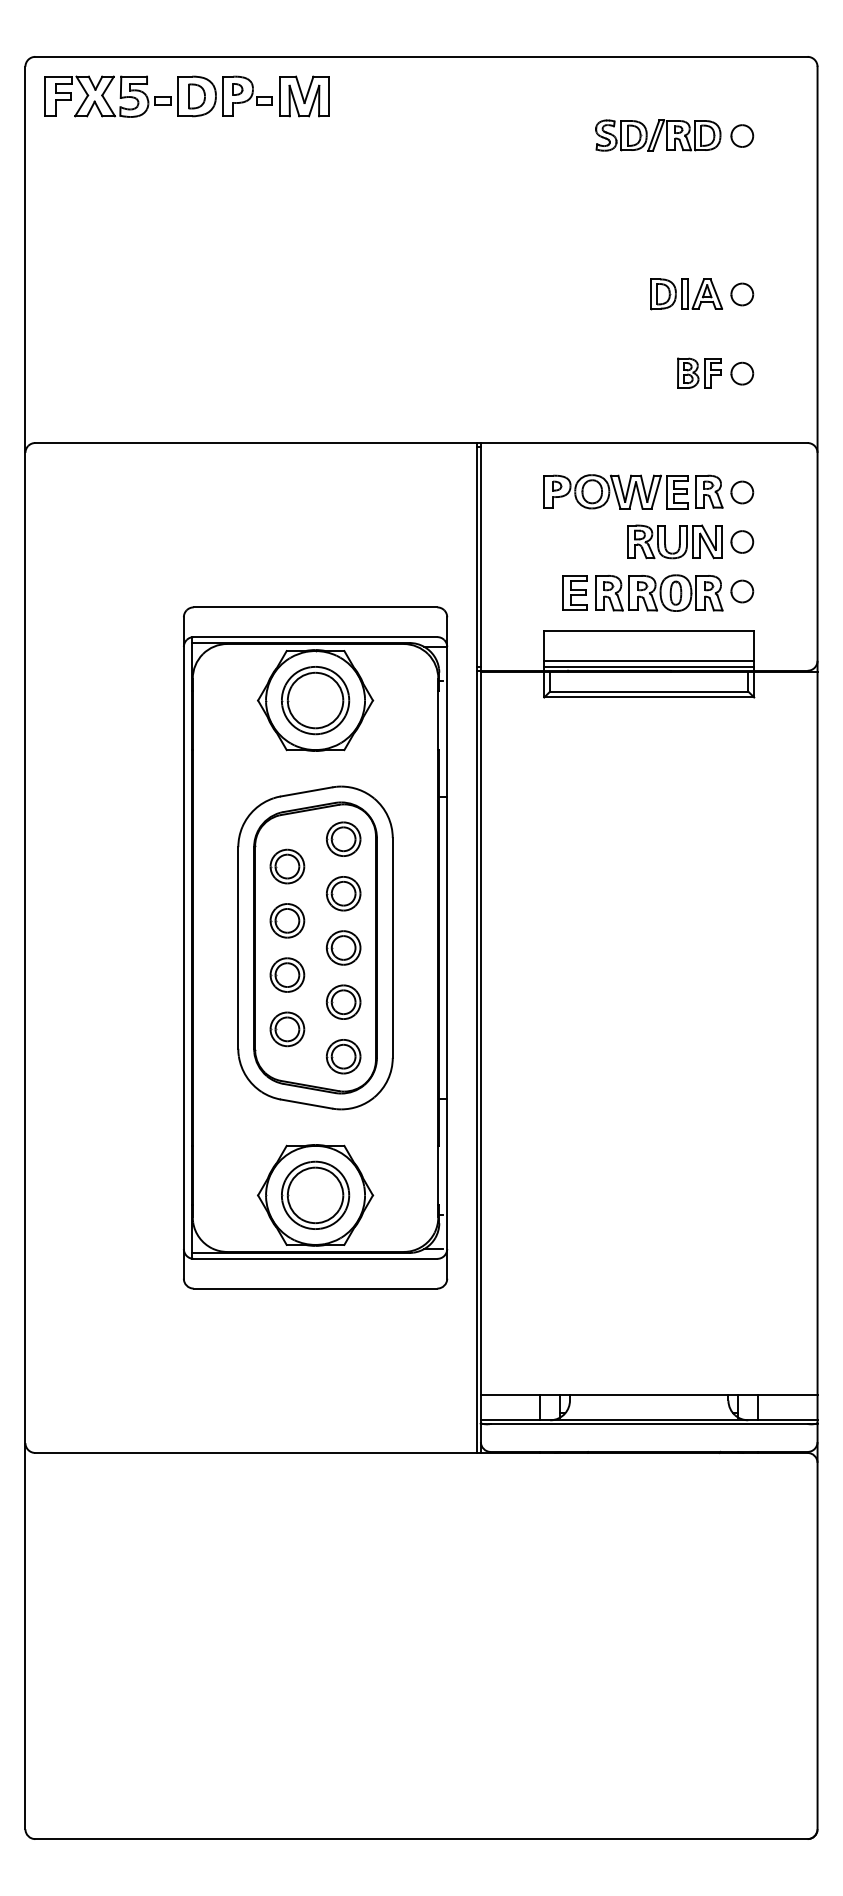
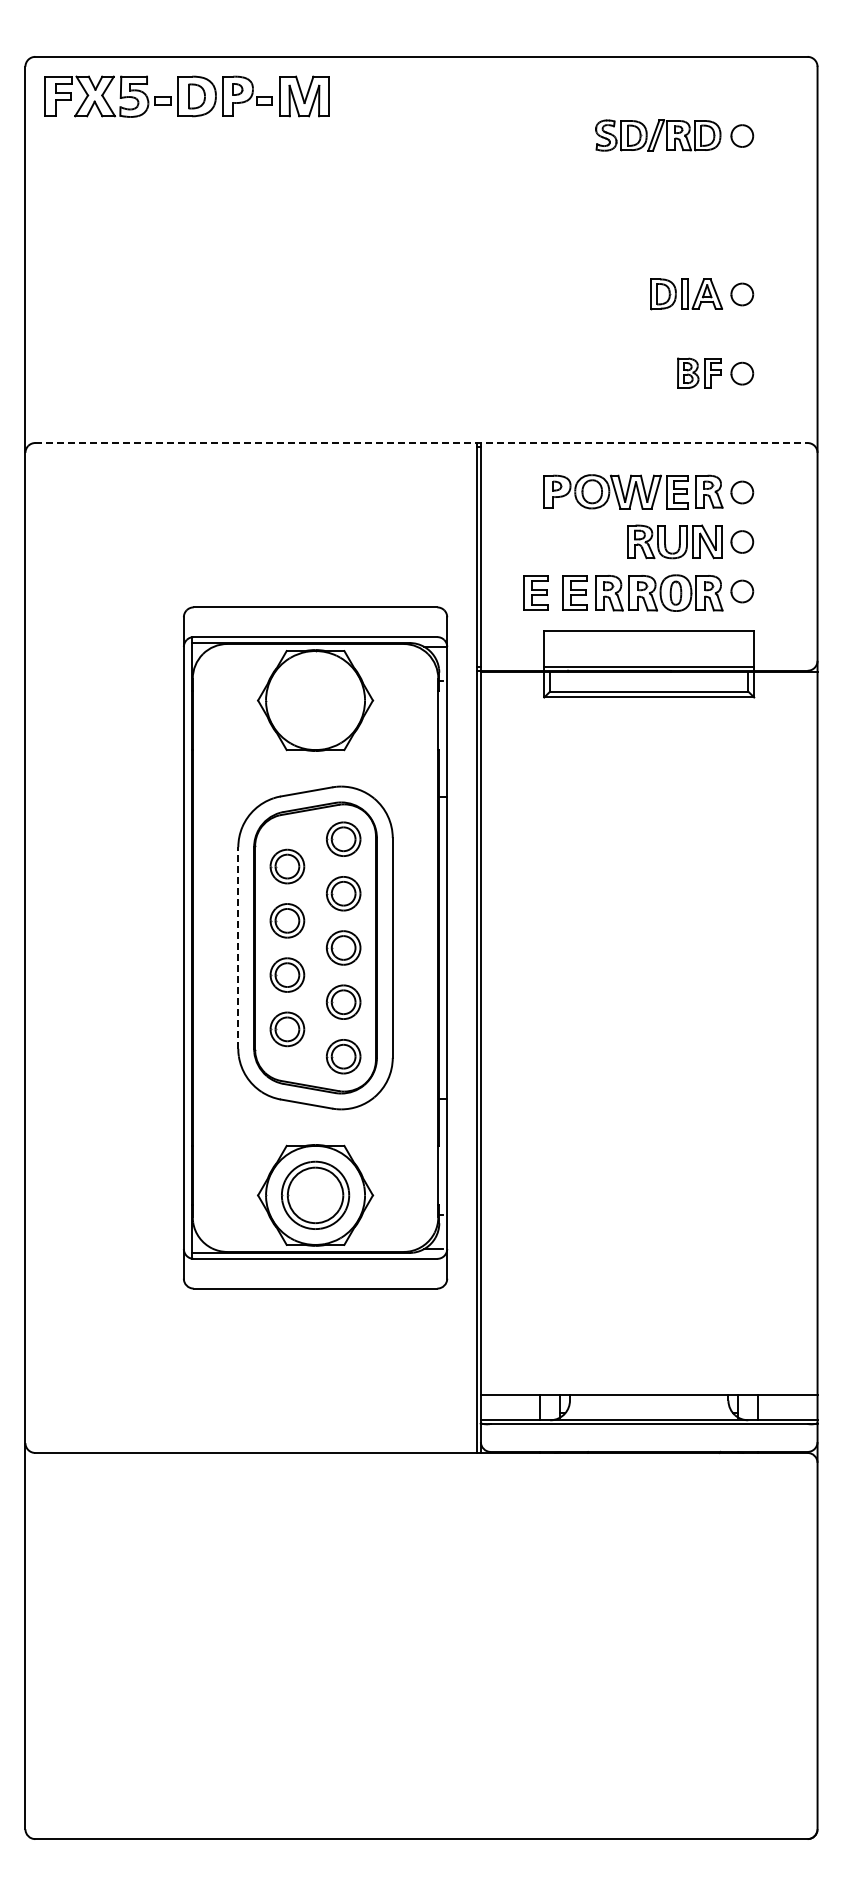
line at (421, 443): solid -> dashed
part at (535, 592): none -> present
line at (649, 660): present -> none
part at (315, 700): present -> none
line at (238, 947): solid -> dashed
